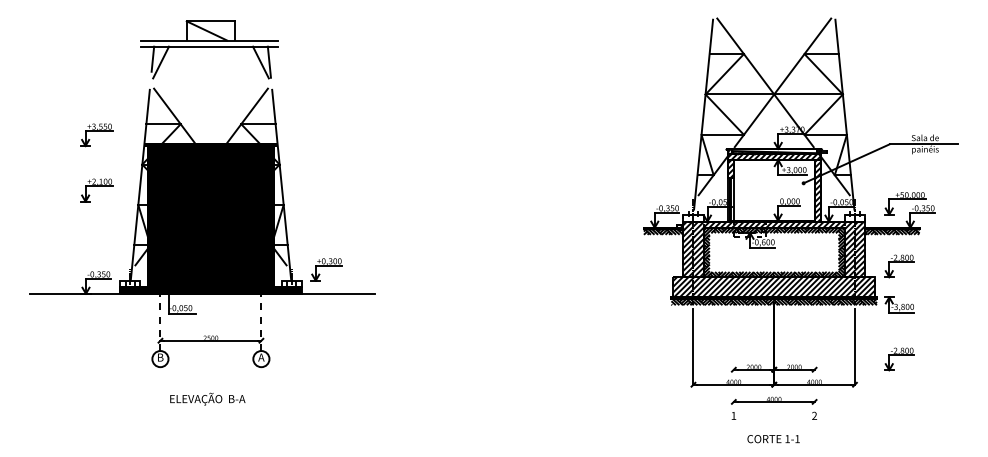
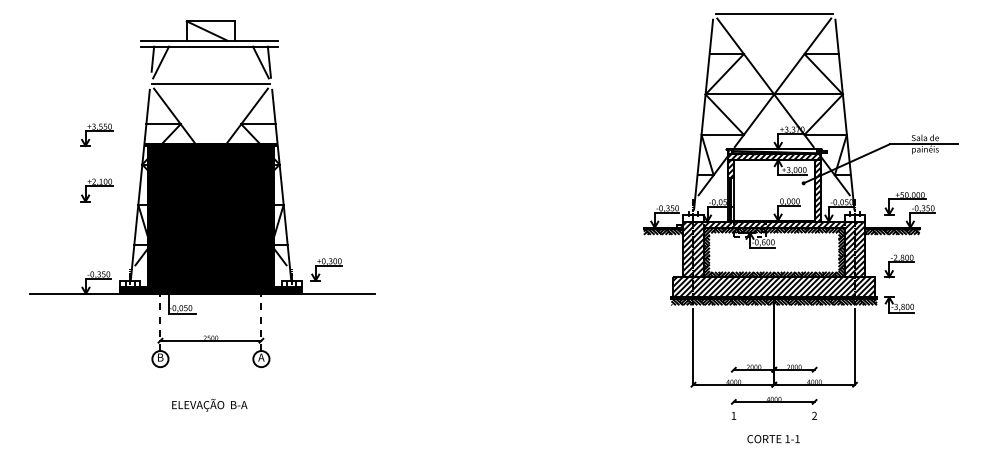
line at (773, 13): none -> present
line at (210, 83): none -> present
part at (899, 359): present -> none
text at (207, 398) position: (207, 398) -> (209, 404)
